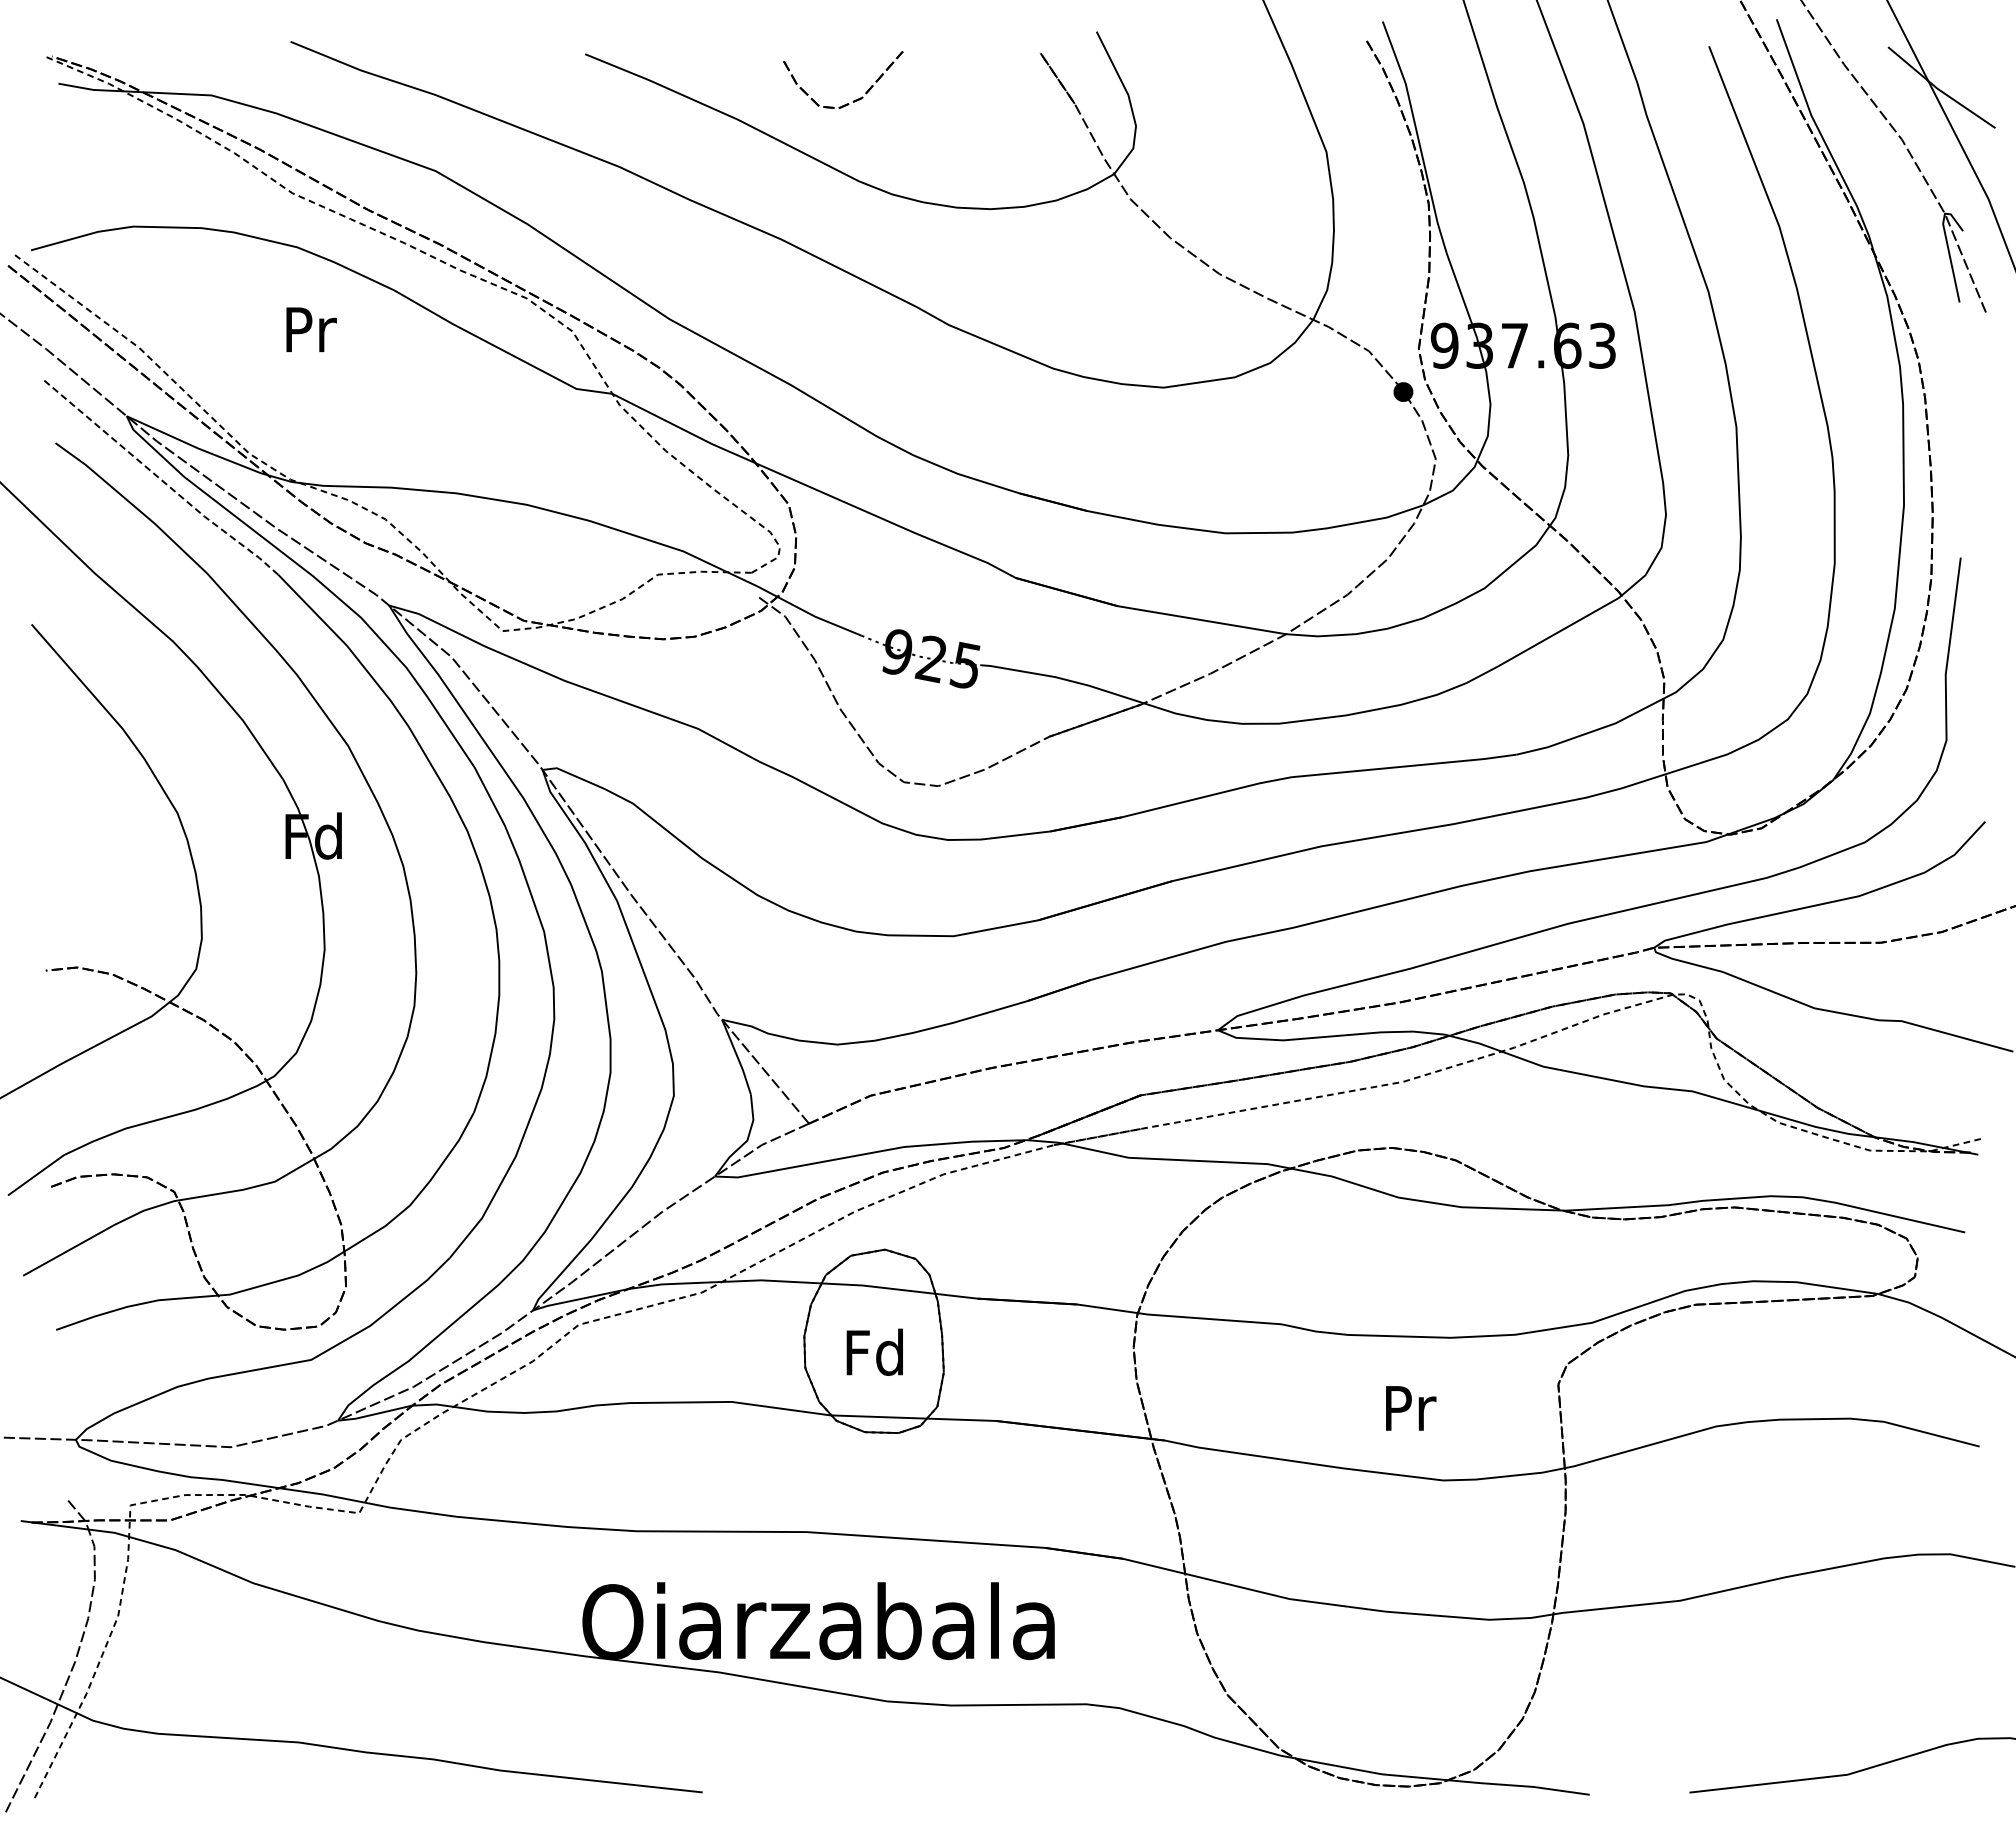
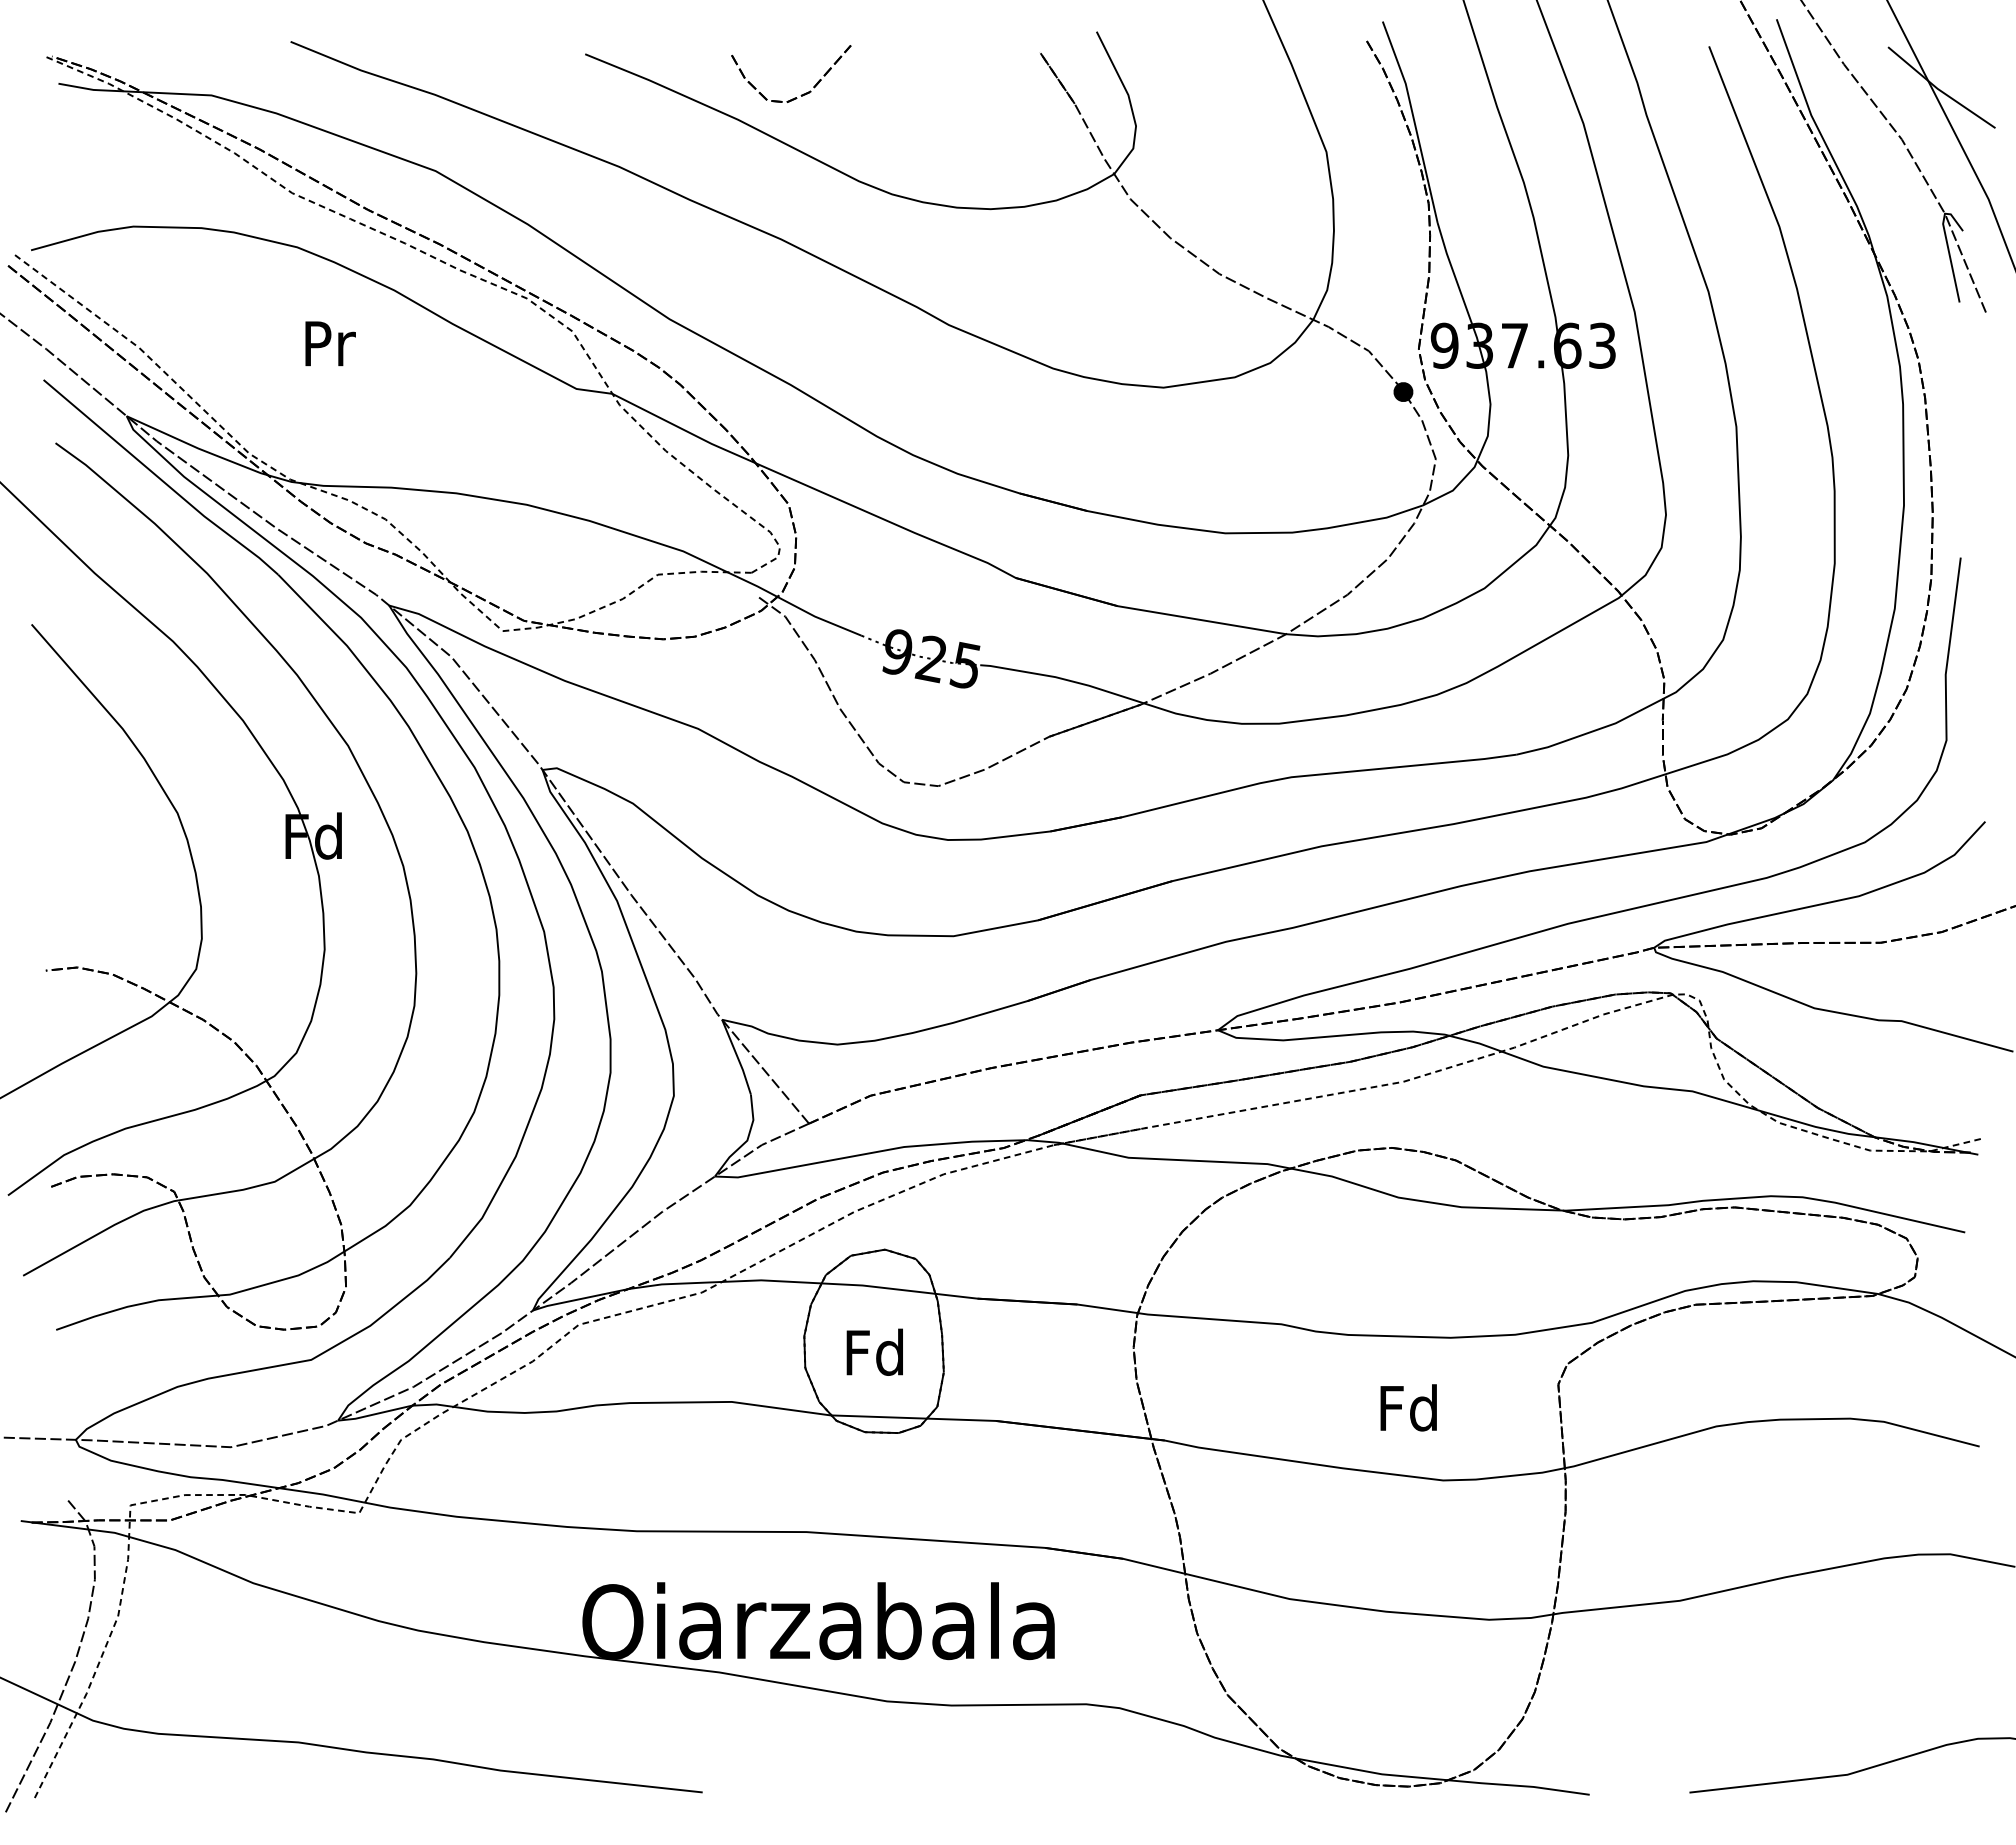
part at (853, 100) position: (853, 100) -> (801, 94)
text at (311, 329) position: (311, 329) -> (330, 343)
line at (160, 479): dashed -> solid
text at (1408, 1407): Pr -> Fd
